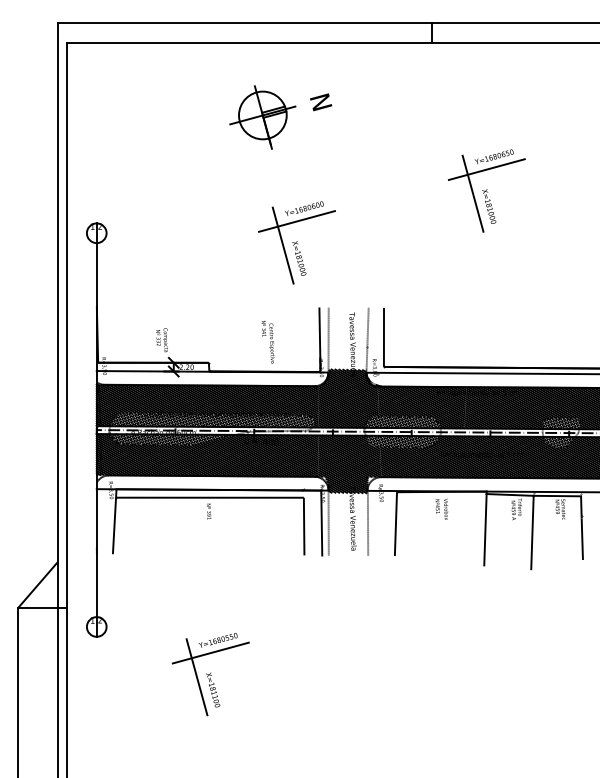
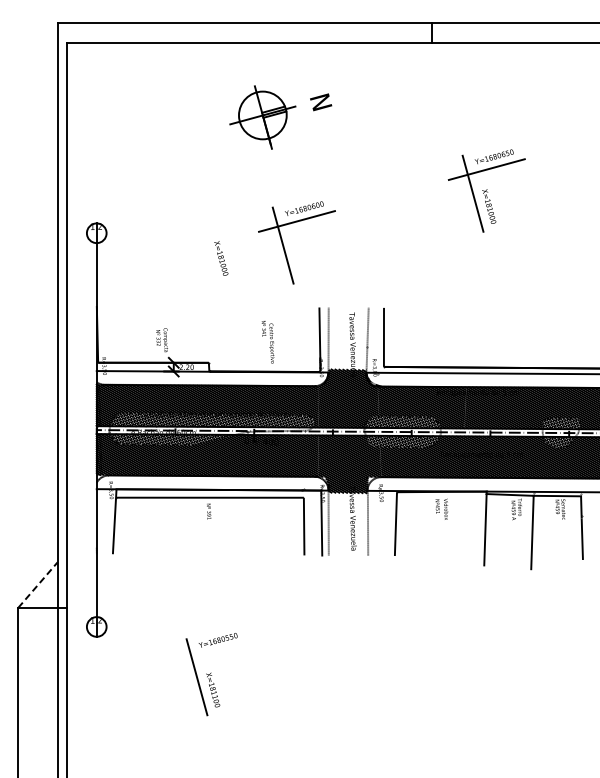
text at (299, 258) position: (299, 258) -> (221, 258)
line at (38, 584): solid -> dashed
line at (210, 652): present -> none
